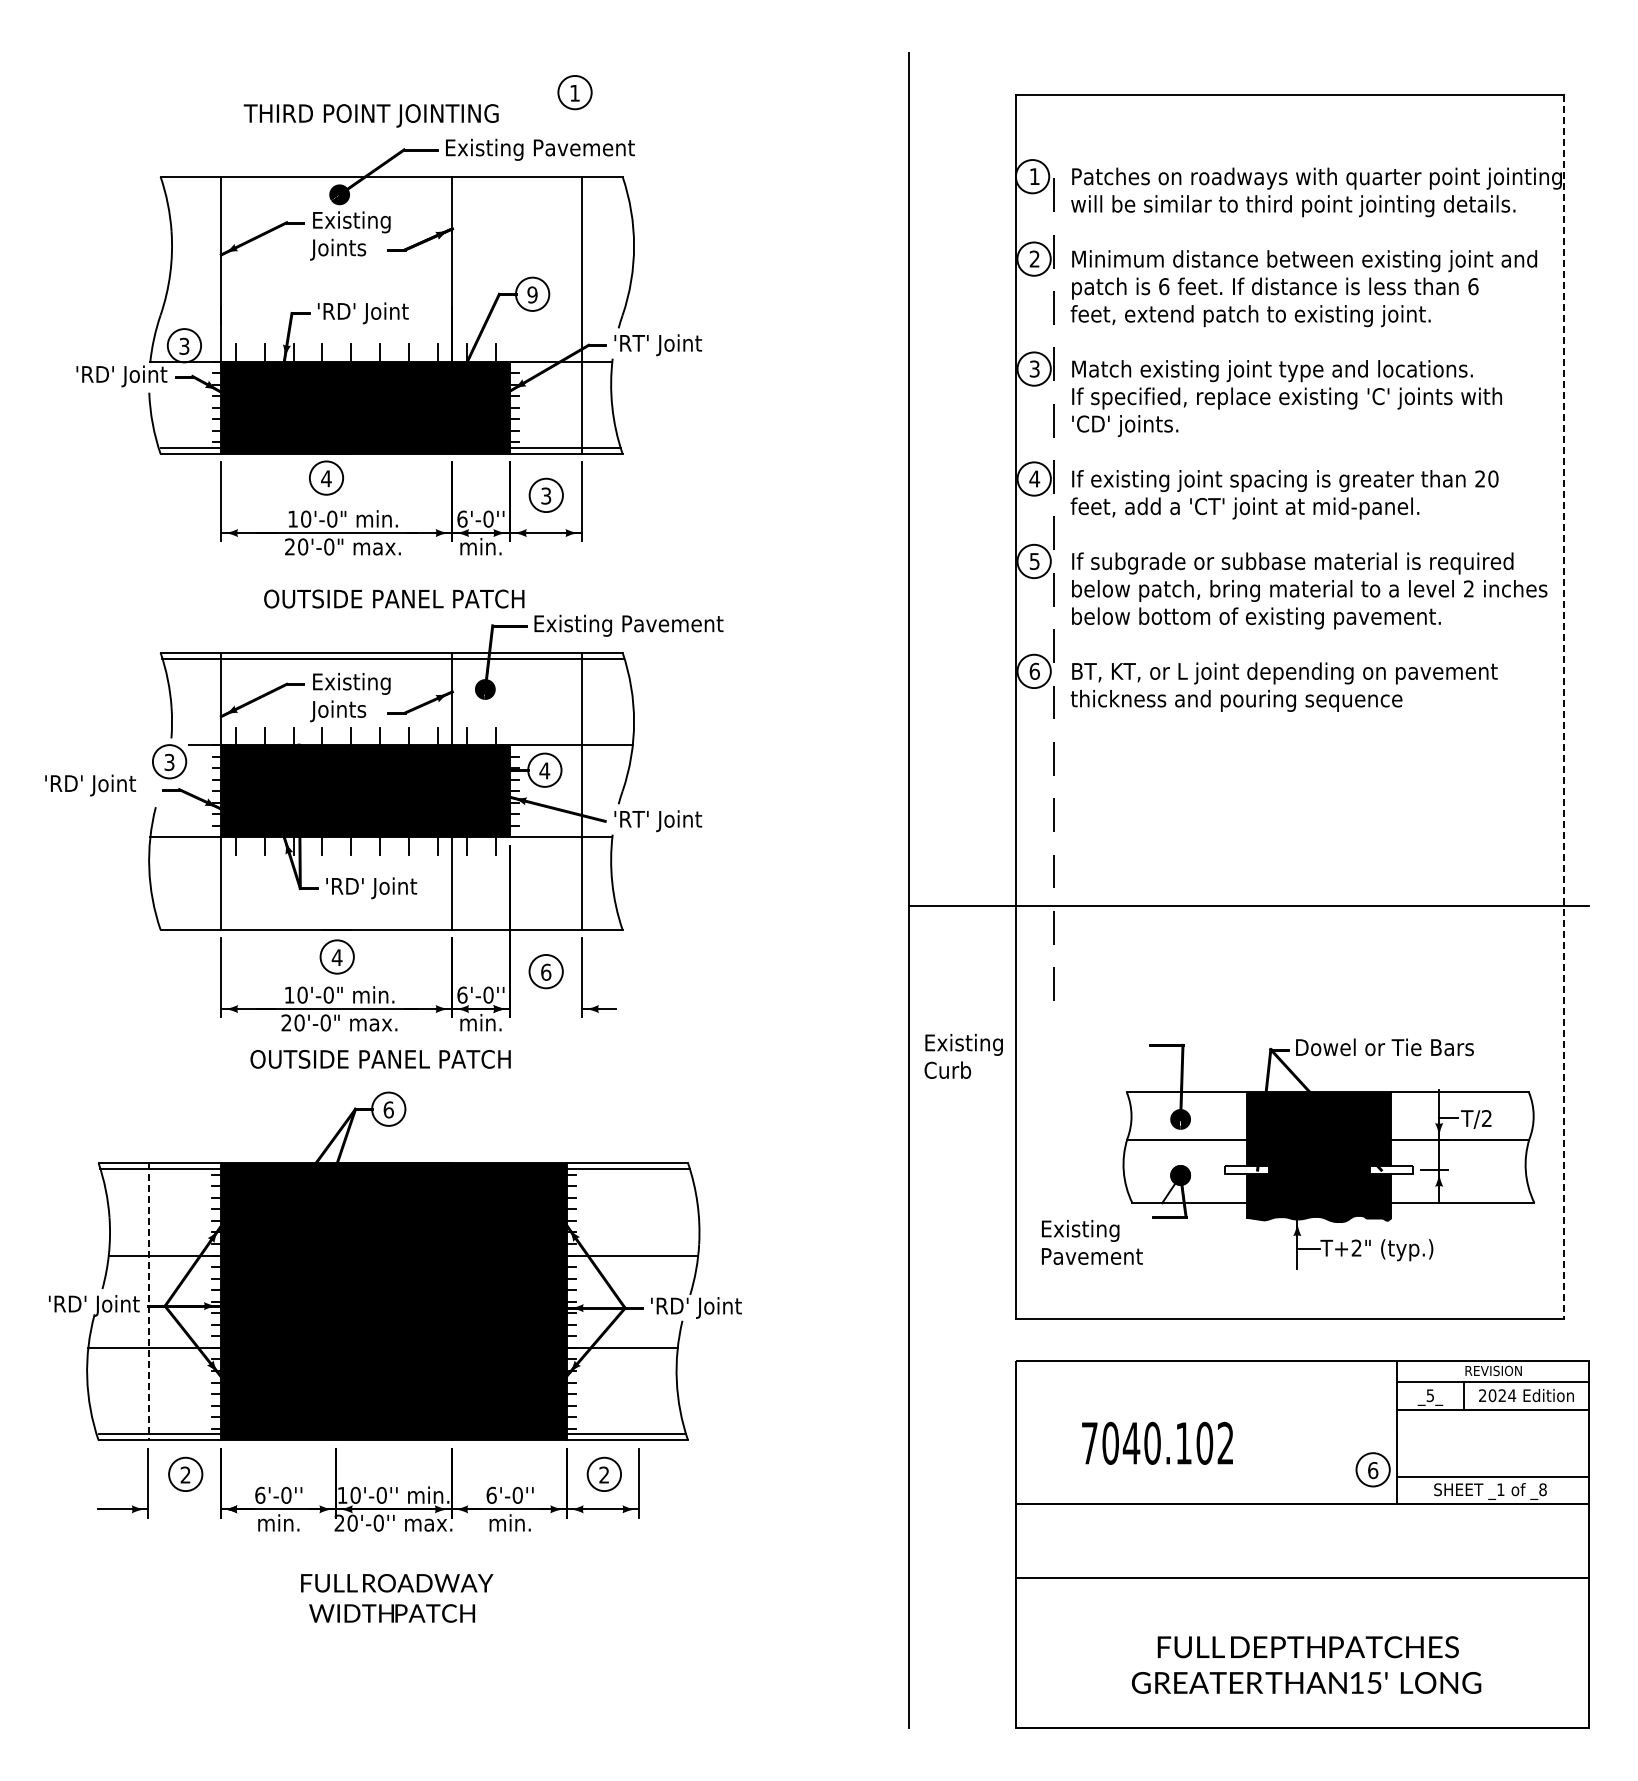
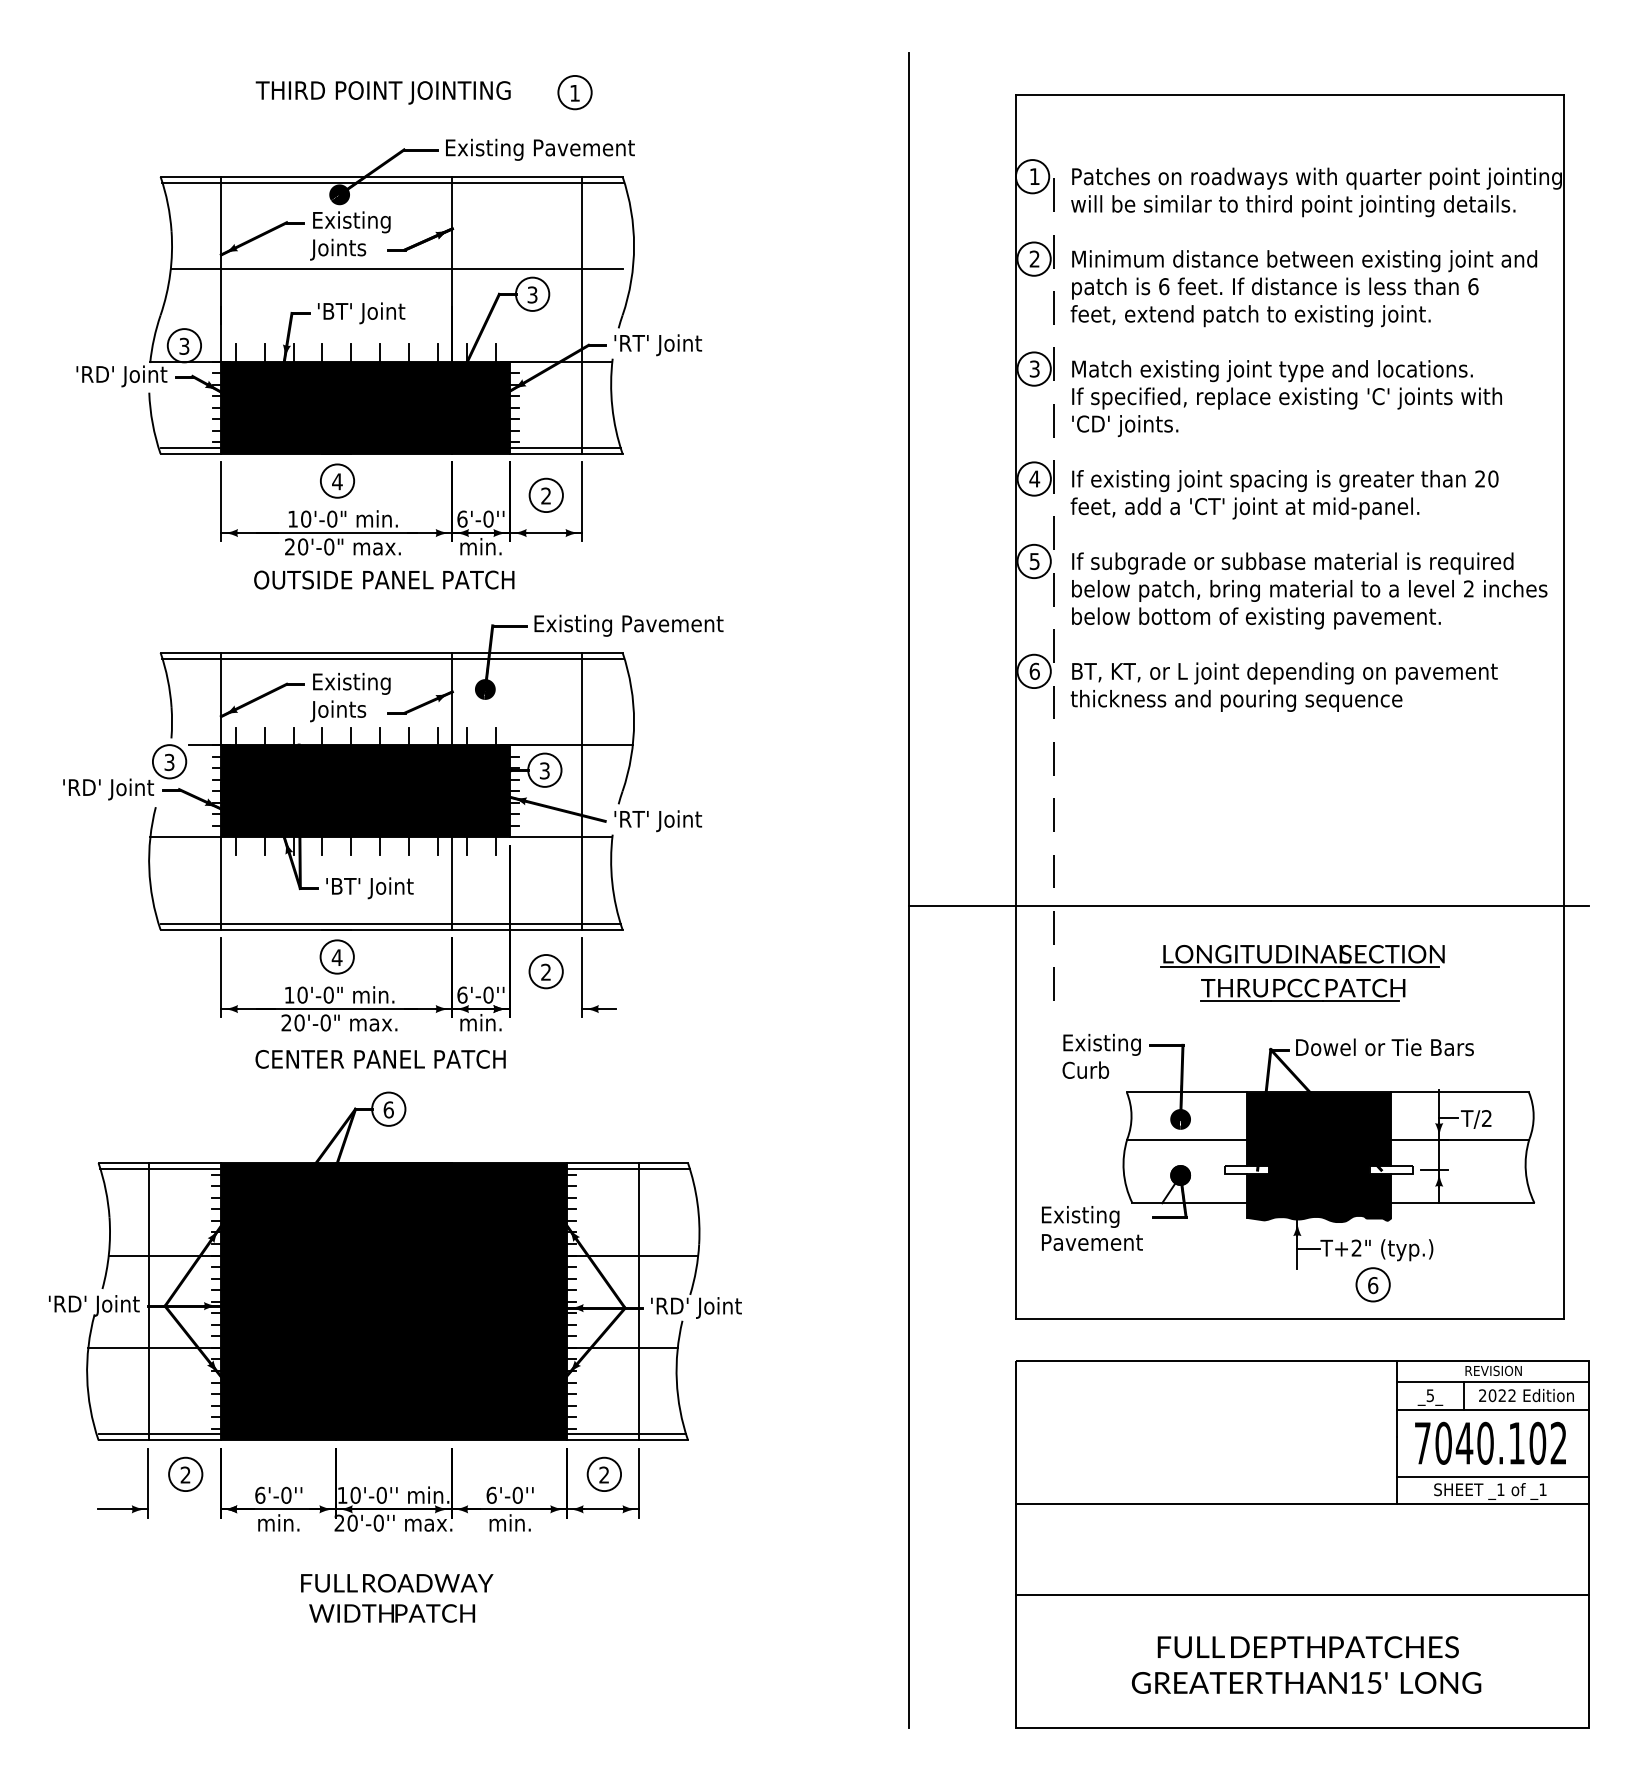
text at (370, 115) position: (370, 115) -> (382, 92)
line at (392, 182): none -> present
line at (396, 269): none -> present
text at (532, 294): 9 -> 3
text at (366, 313): 'RD' Joint -> 'BT' Joint
part at (326, 477) position: (326, 477) -> (337, 480)
text at (546, 495): 3 -> 2
text at (394, 598) position: (394, 598) -> (384, 579)
line at (1564, 707): dashed -> solid
text at (544, 770): 4 -> 3
text at (90, 785) position: (90, 785) -> (108, 789)
text at (375, 888): 'RD' Joint -> 'BT' Joint
line at (390, 924): none -> present
text at (546, 971): 6 -> 2
part at (1302, 973): none -> present
text at (963, 1055) position: (963, 1055) -> (1101, 1055)
text at (380, 1058): OUTSIDE PANEL PATCH -> CENTER PANEL PATCH
text at (1092, 1242) position: (1092, 1242) -> (1092, 1228)
line at (149, 1301): dashed -> solid
line at (639, 1301): none -> present
text at (1512, 1395): 2024 -> 2022
text at (1157, 1442) position: (1157, 1442) -> (1490, 1442)
part at (1372, 1469) position: (1372, 1469) -> (1372, 1284)
text at (1542, 1489): _8 -> _1
line at (1302, 1578) position: (1302, 1578) -> (1302, 1595)
